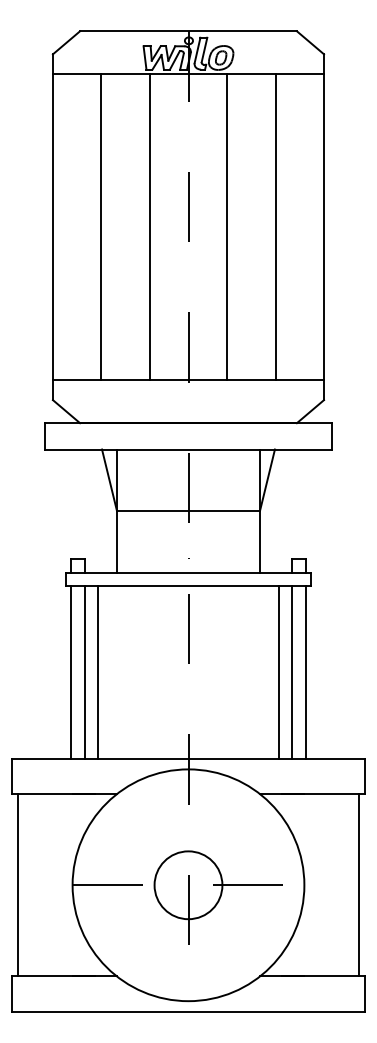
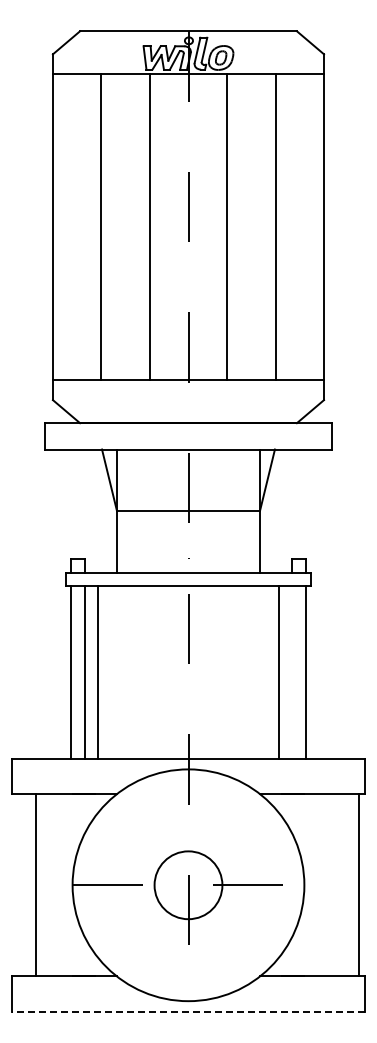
line at (291, 671): present -> none
line at (18, 885) position: (18, 885) -> (36, 885)
line at (188, 1011): solid -> dashed
